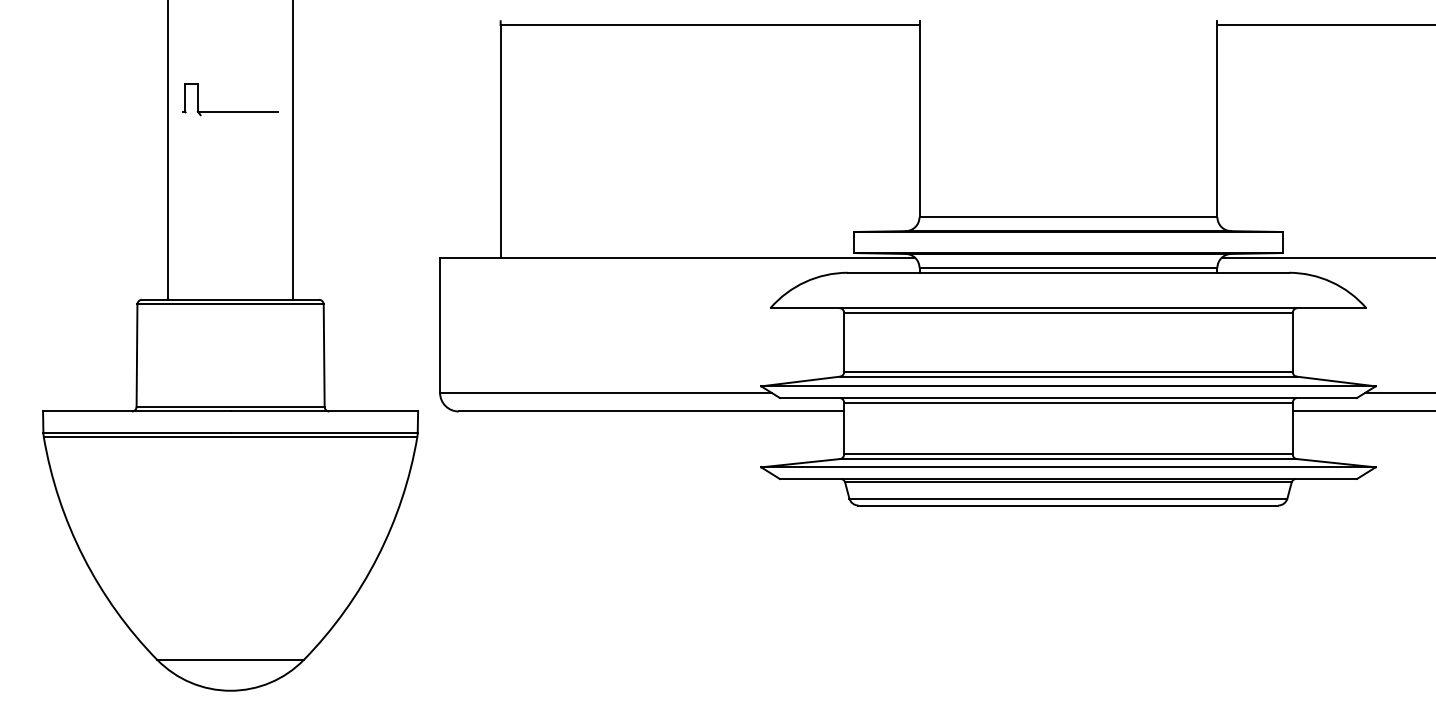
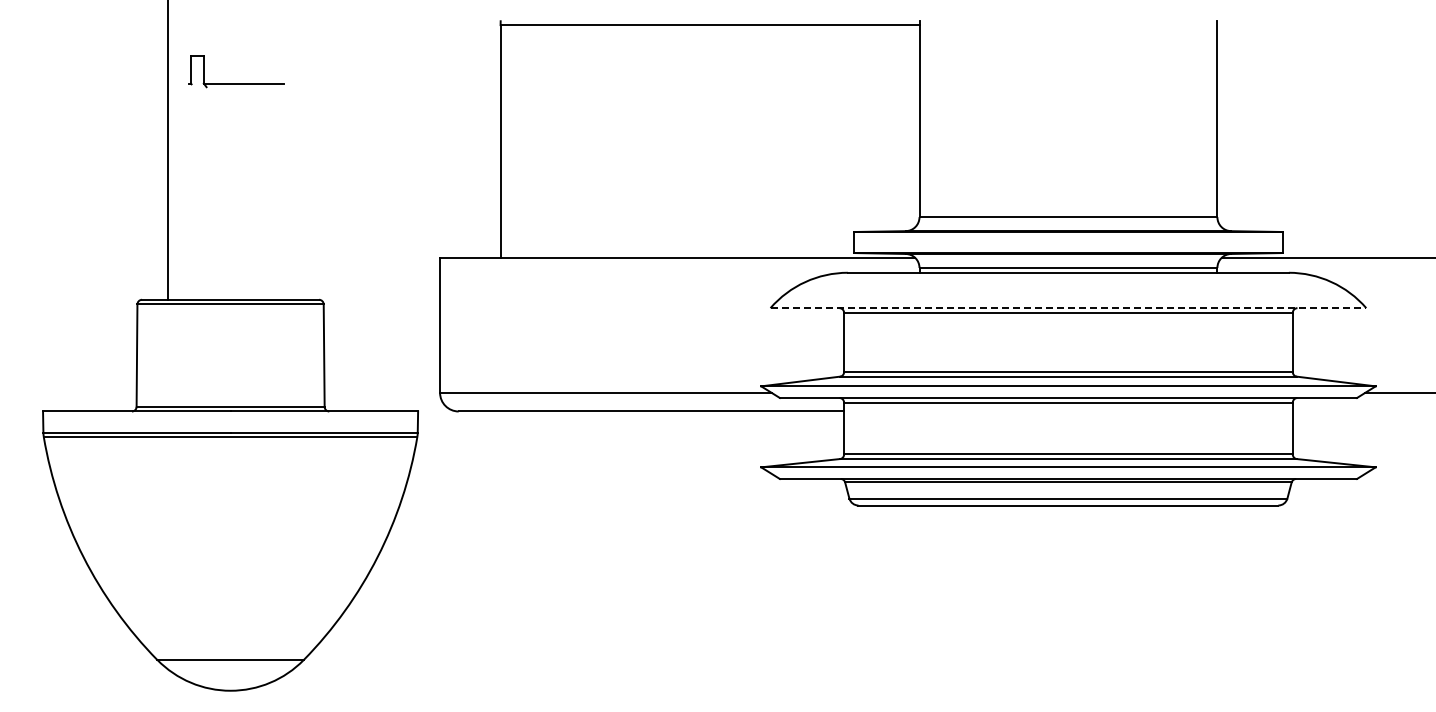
line at (1324, 25): present -> none
part at (230, 111) position: (230, 111) -> (236, 83)
line at (293, 150): present -> none
line at (1068, 308): solid -> dashed
line at (1362, 411): present -> none
